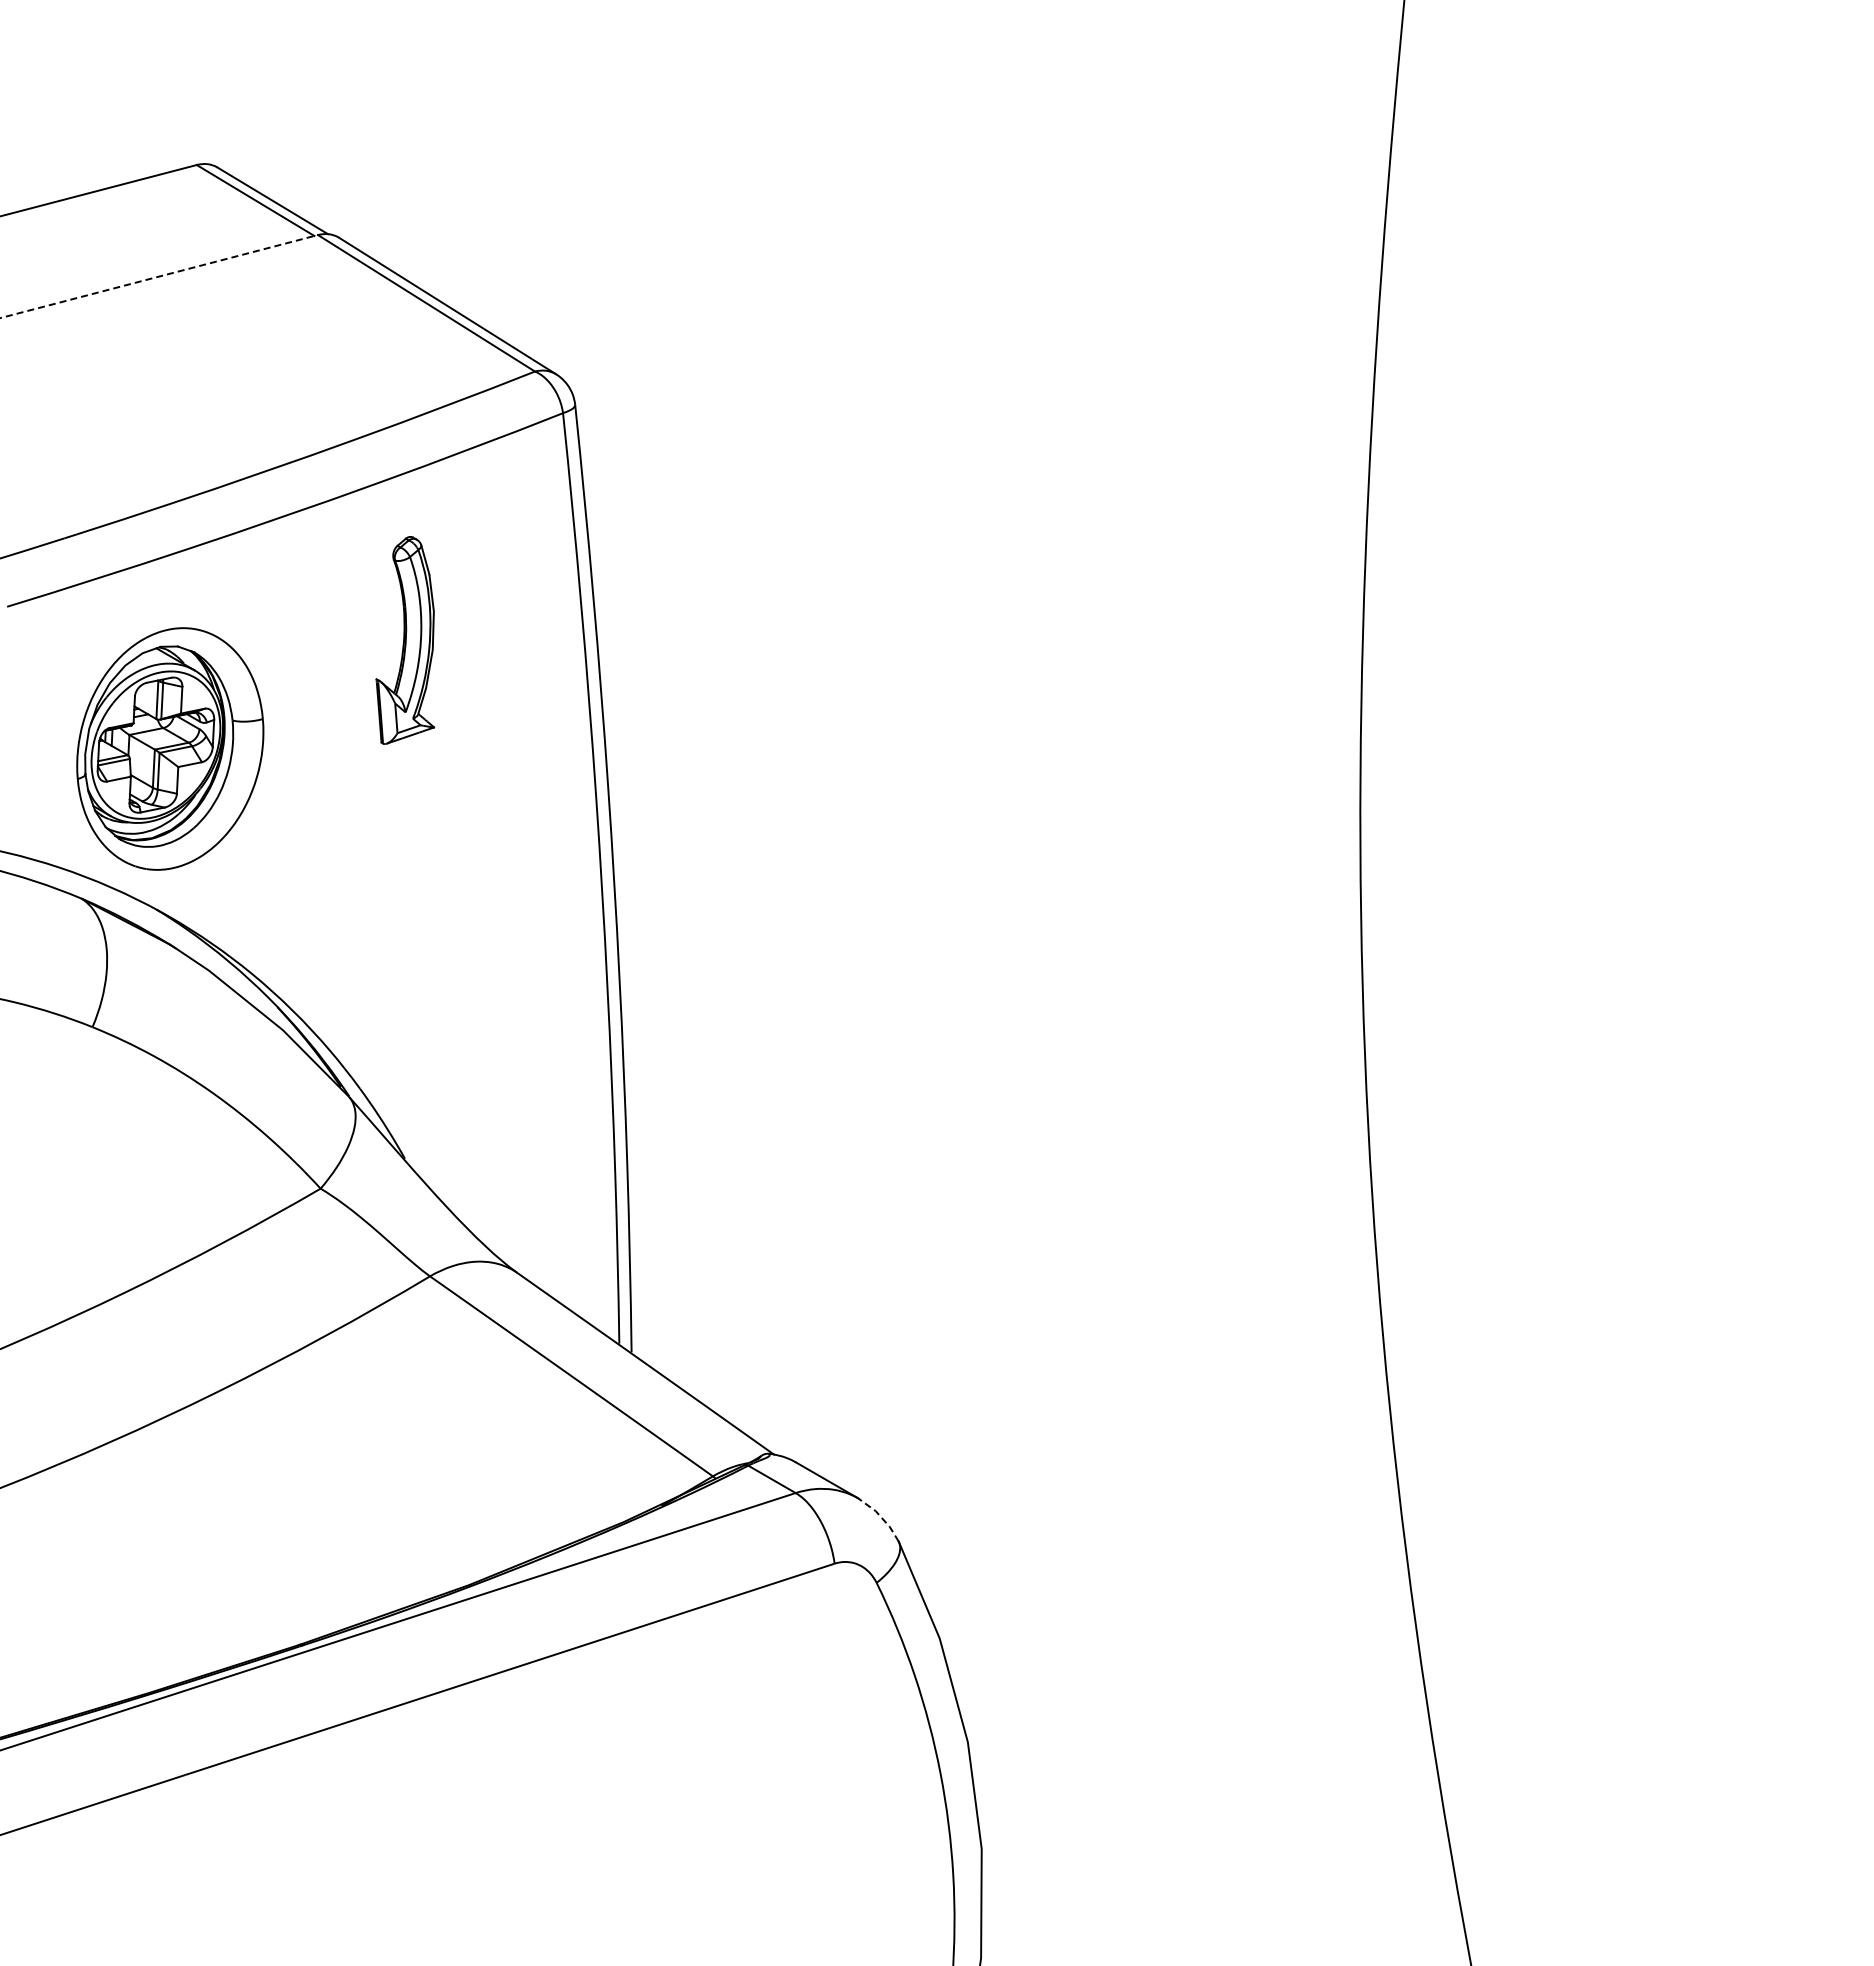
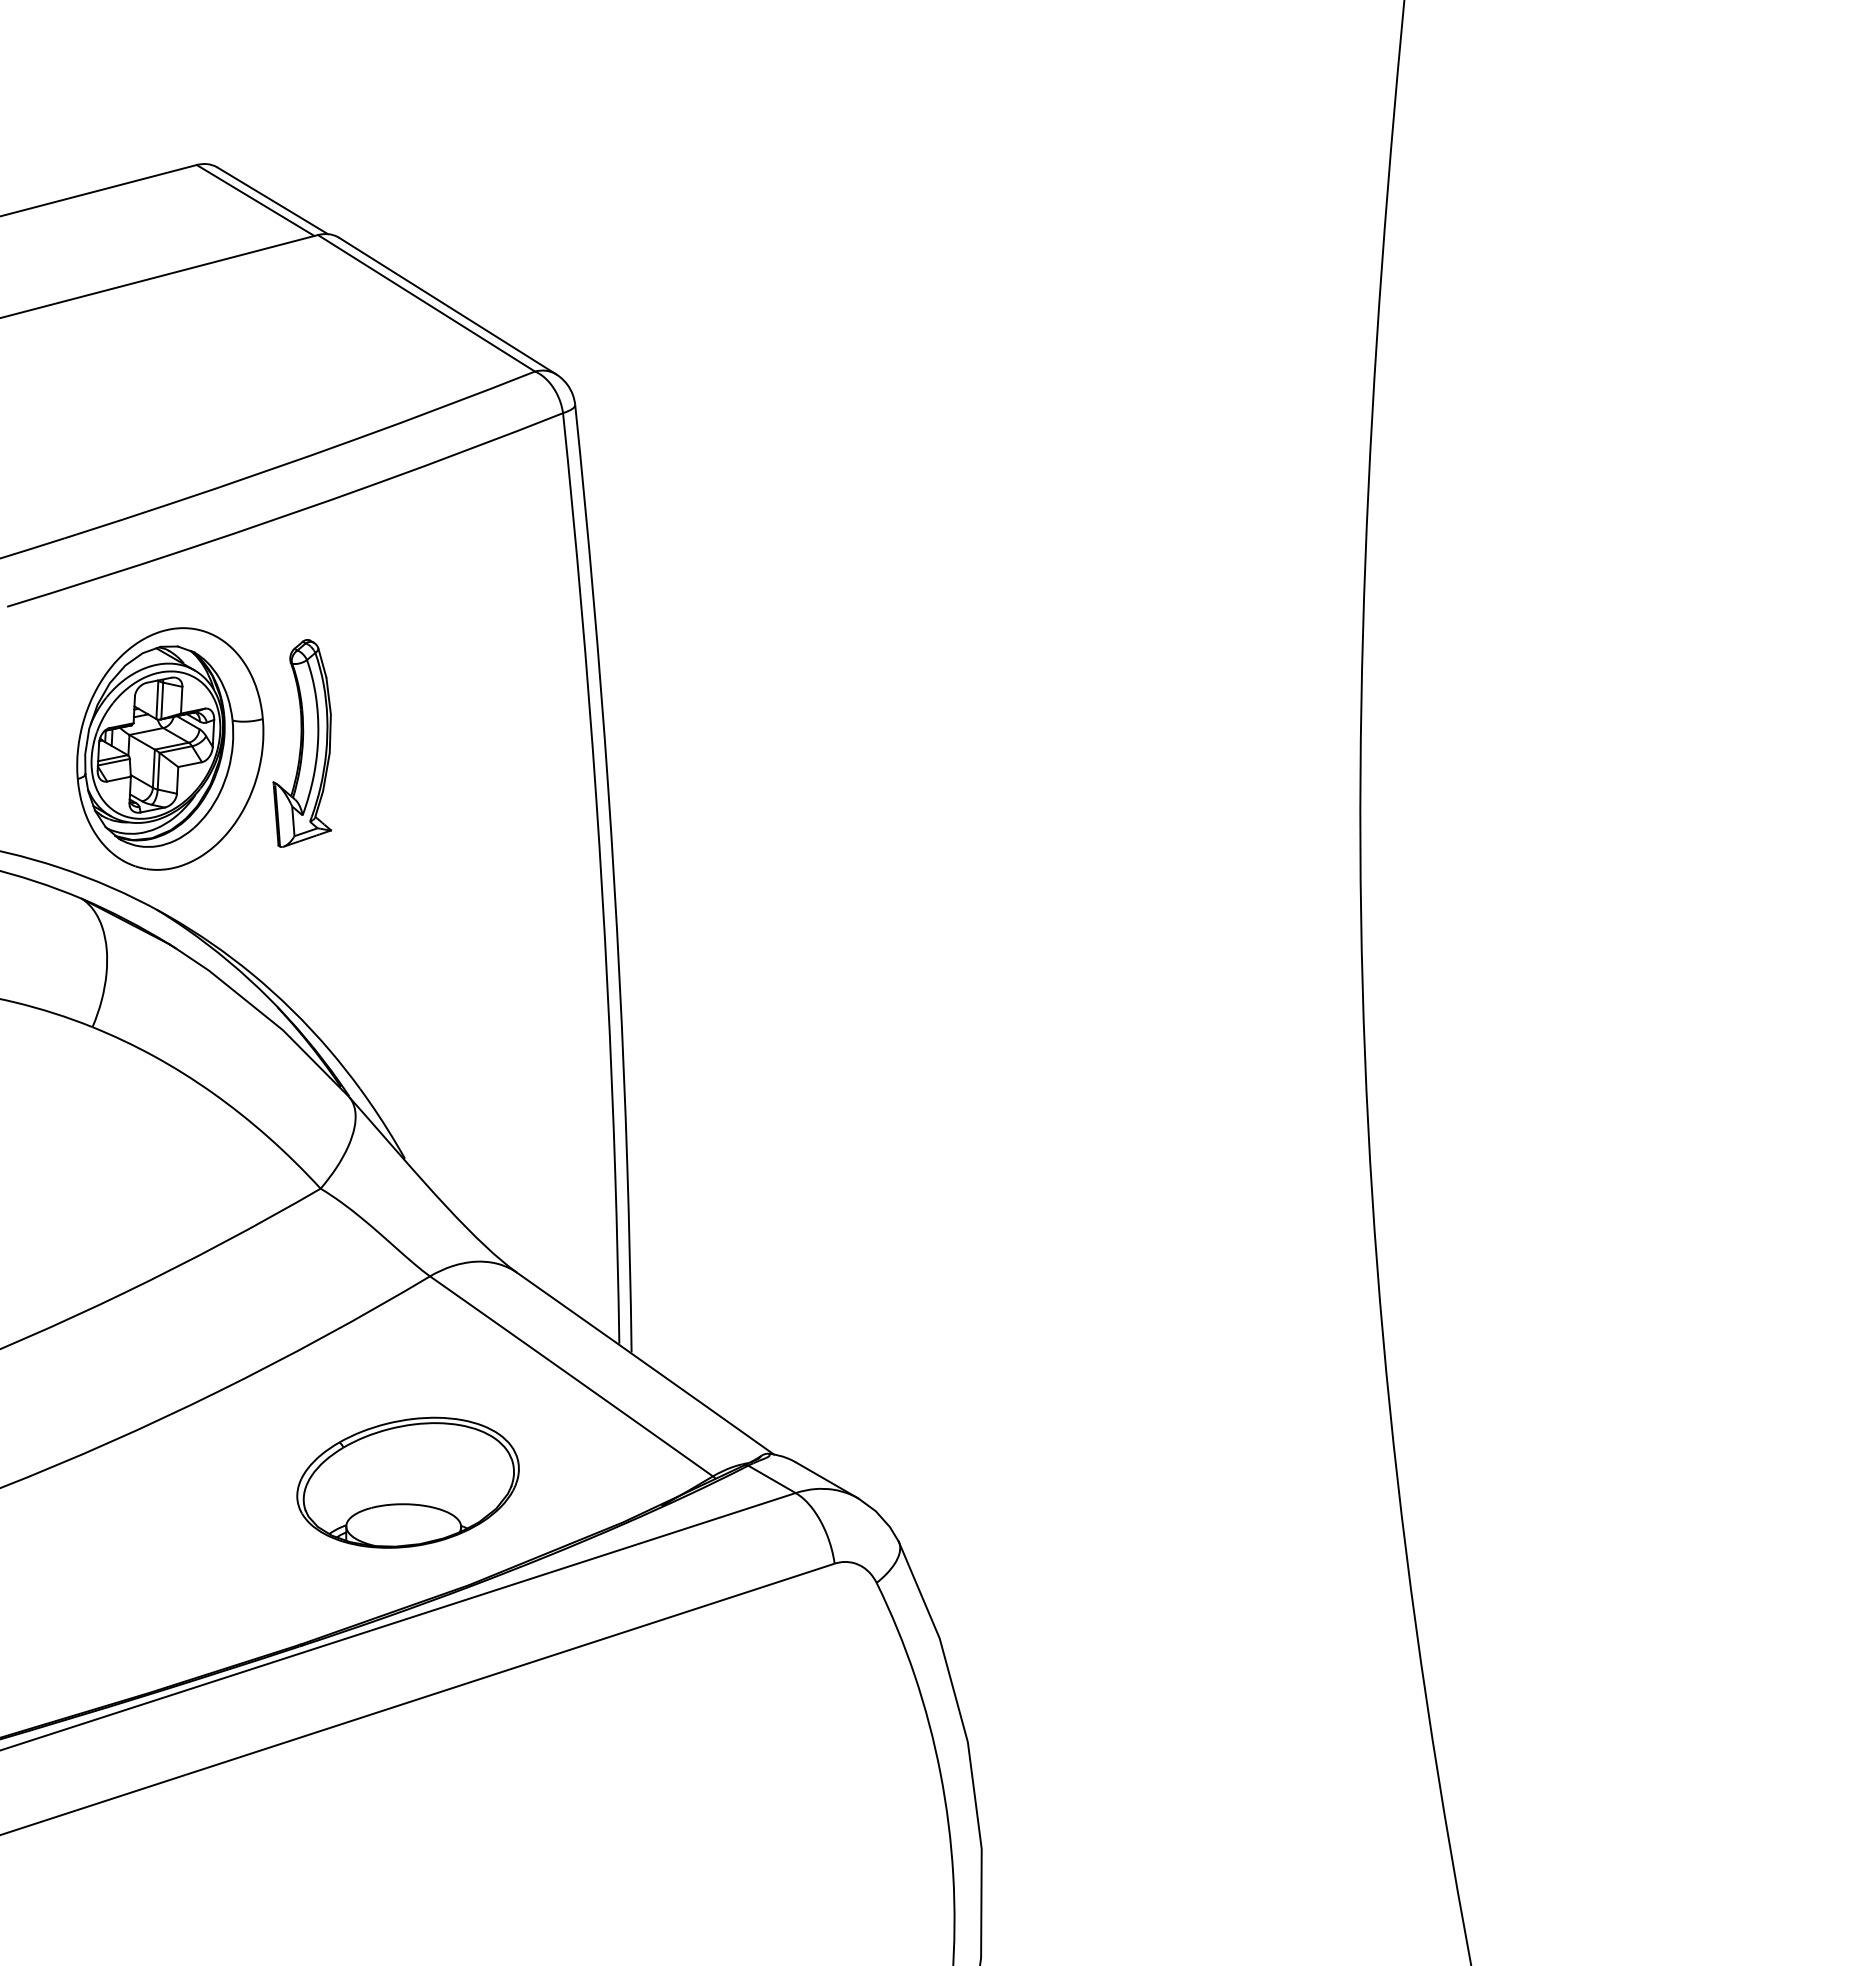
line at (159, 276): dashed -> solid
part at (405, 640) position: (405, 640) -> (302, 743)
part at (407, 1482): none -> present
line at (881, 1517): dashed -> solid
